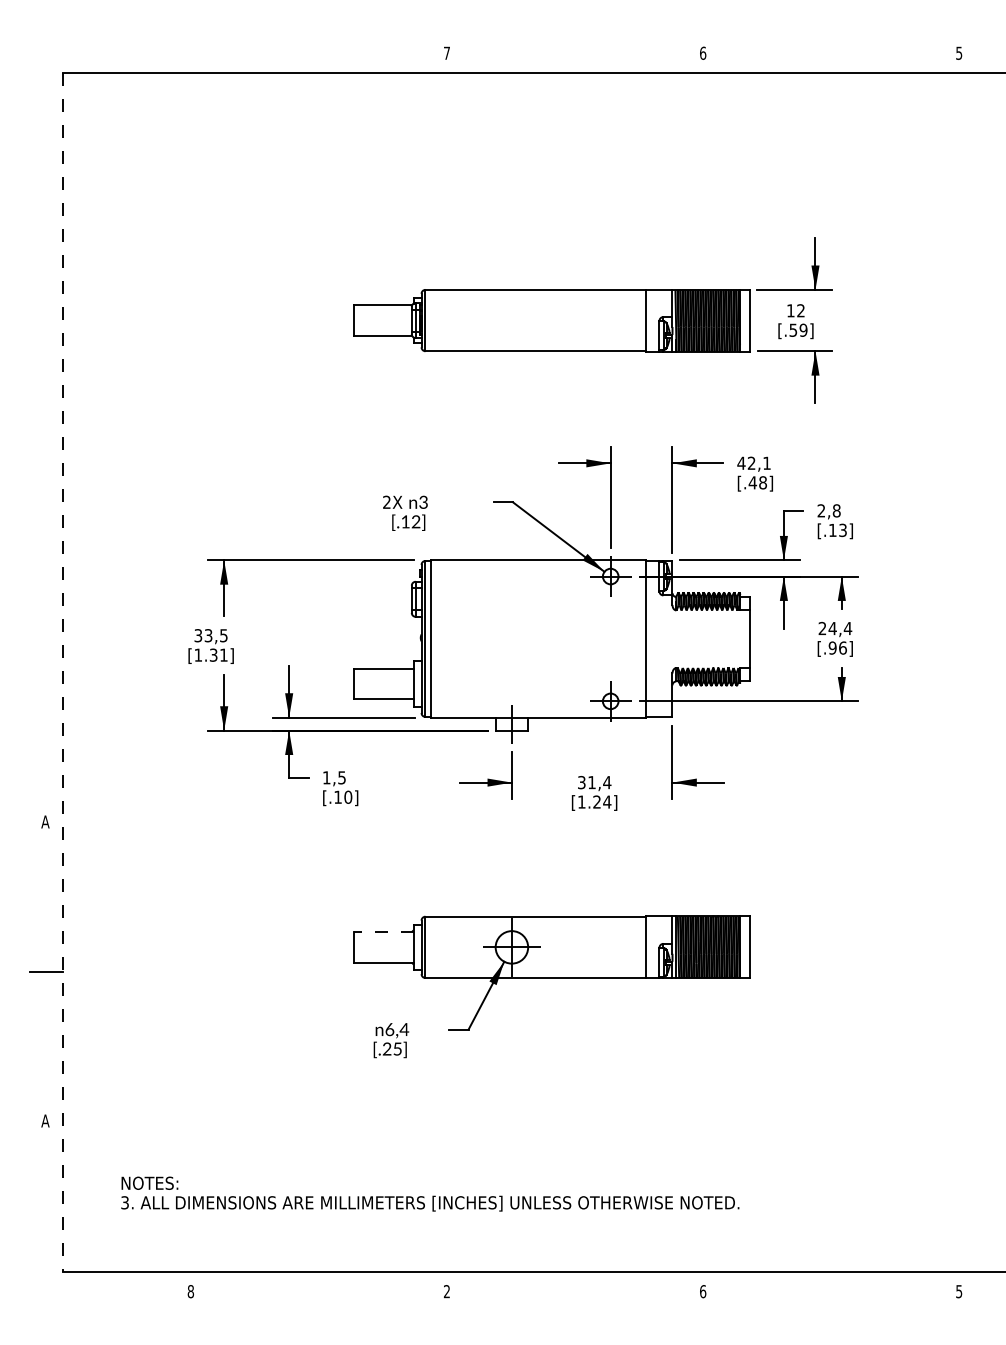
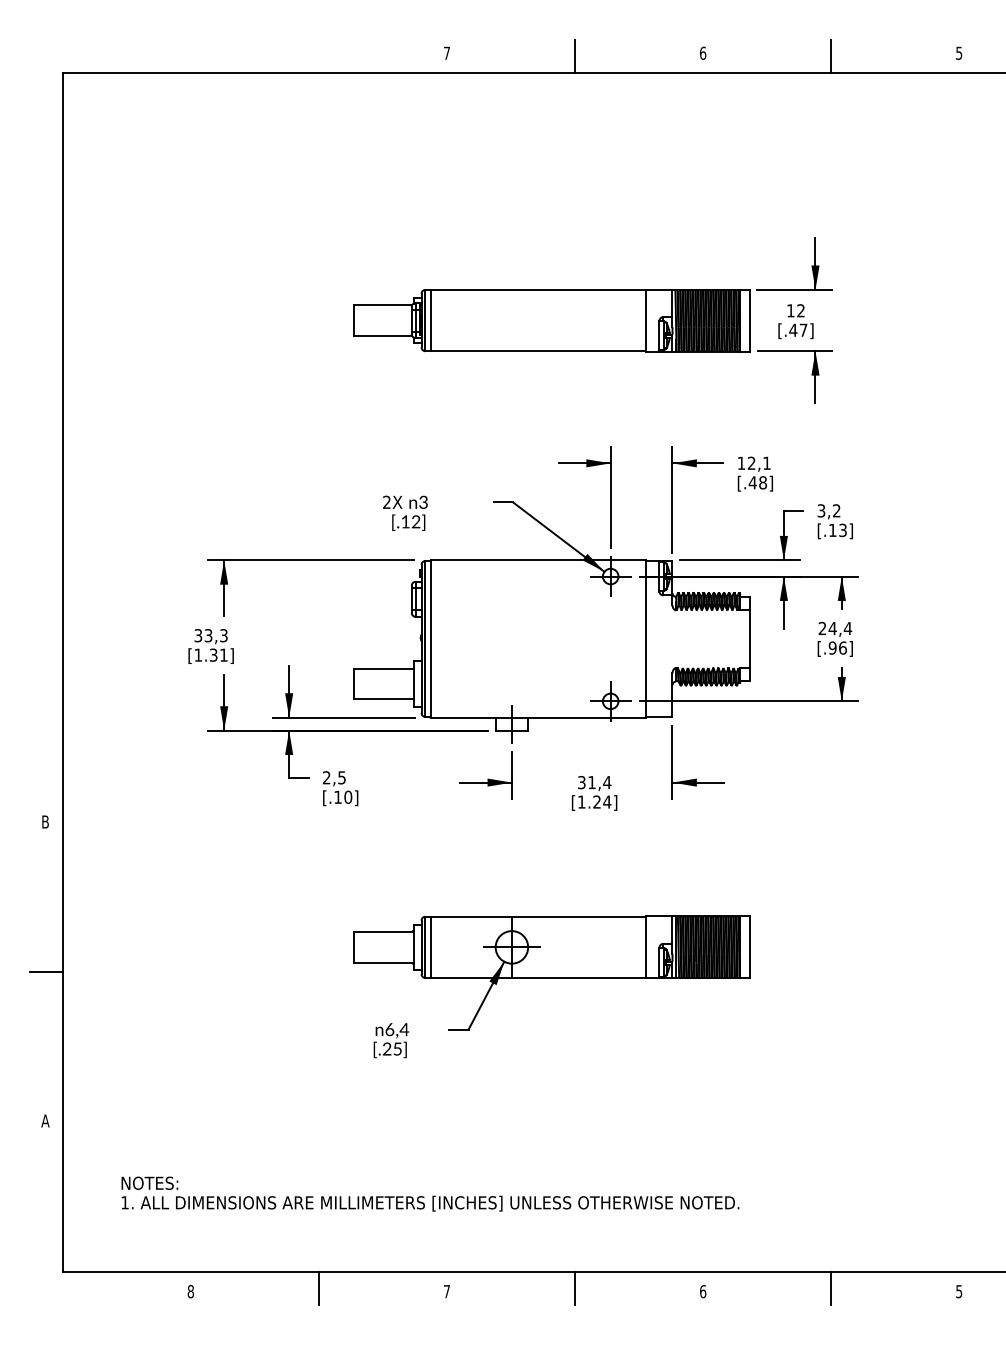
line at (575, 56): none -> present
line at (831, 56): none -> present
line at (430, 320): none -> present
text at (798, 329): [.59] -> [.47]
text at (741, 462): 42,1 -> 12,1
text at (828, 510): 2,8 -> 3,2
text at (223, 635): 33,5 -> 33,3
line at (62, 672): dashed -> solid
text at (326, 777): 1,5 -> 2,5
text at (45, 821): A -> B
line at (383, 932): dashed -> solid
line at (430, 947): none -> present
text at (124, 1202): 3. -> 1.
line at (318, 1288): none -> present
line at (575, 1288): none -> present
line at (831, 1288): none -> present
text at (446, 1291): 2 -> 7
